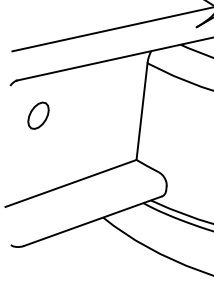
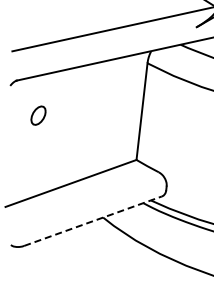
part at (38, 115) size: 23x29 px -> 17x21 px
line at (93, 221): solid -> dashed
